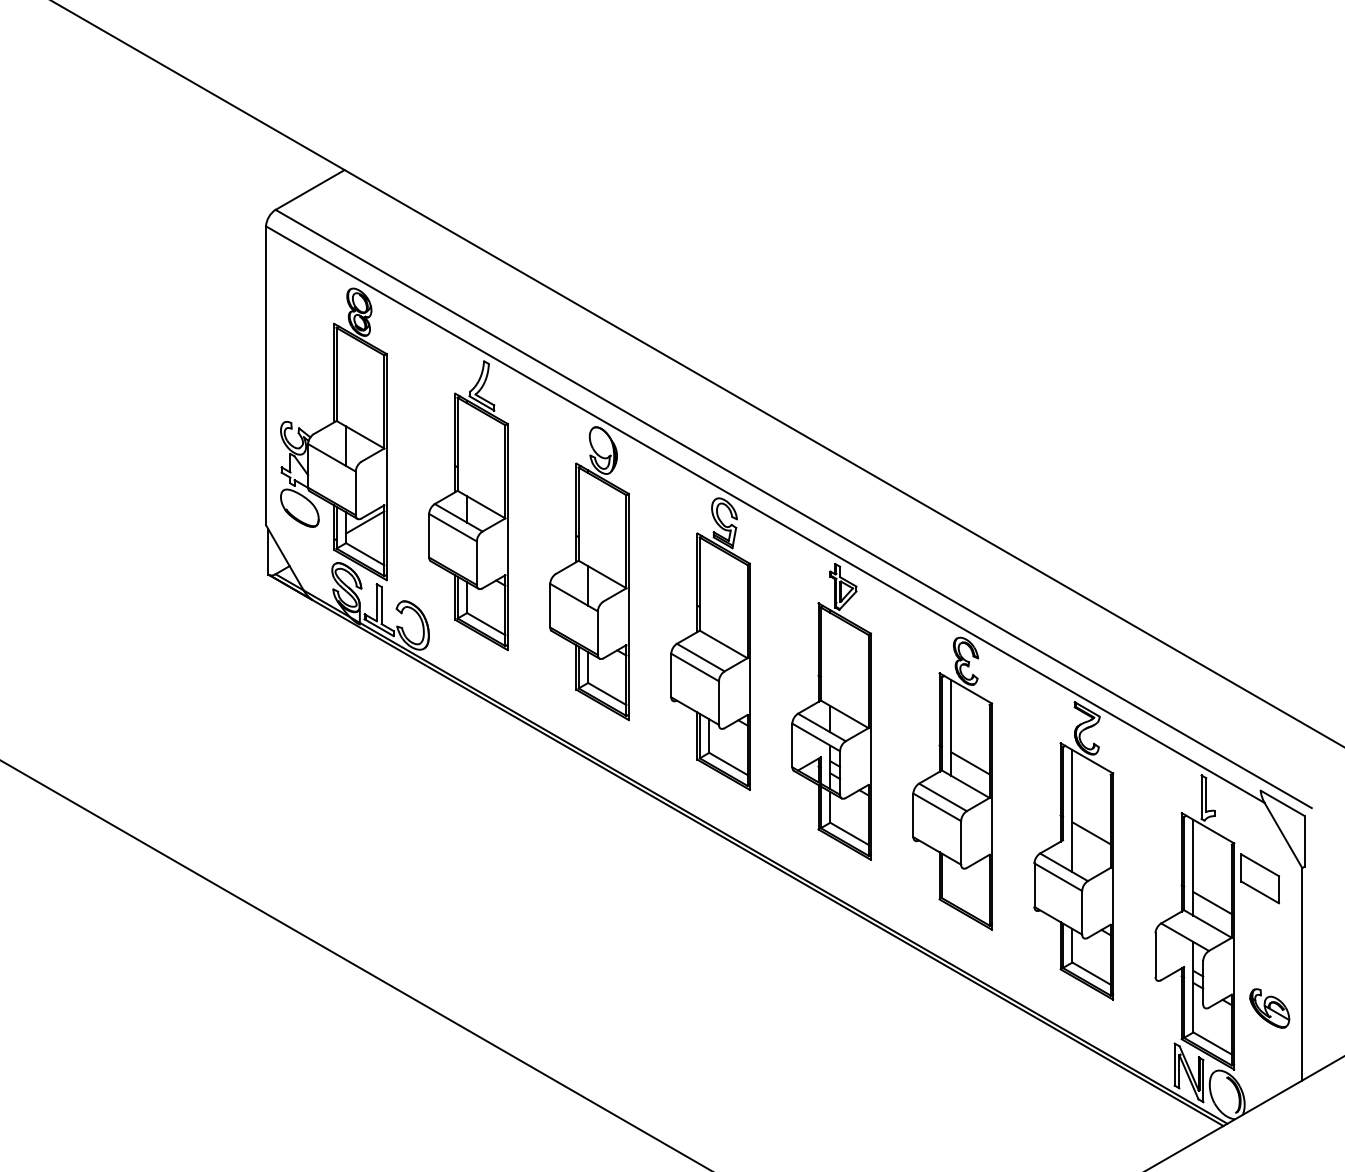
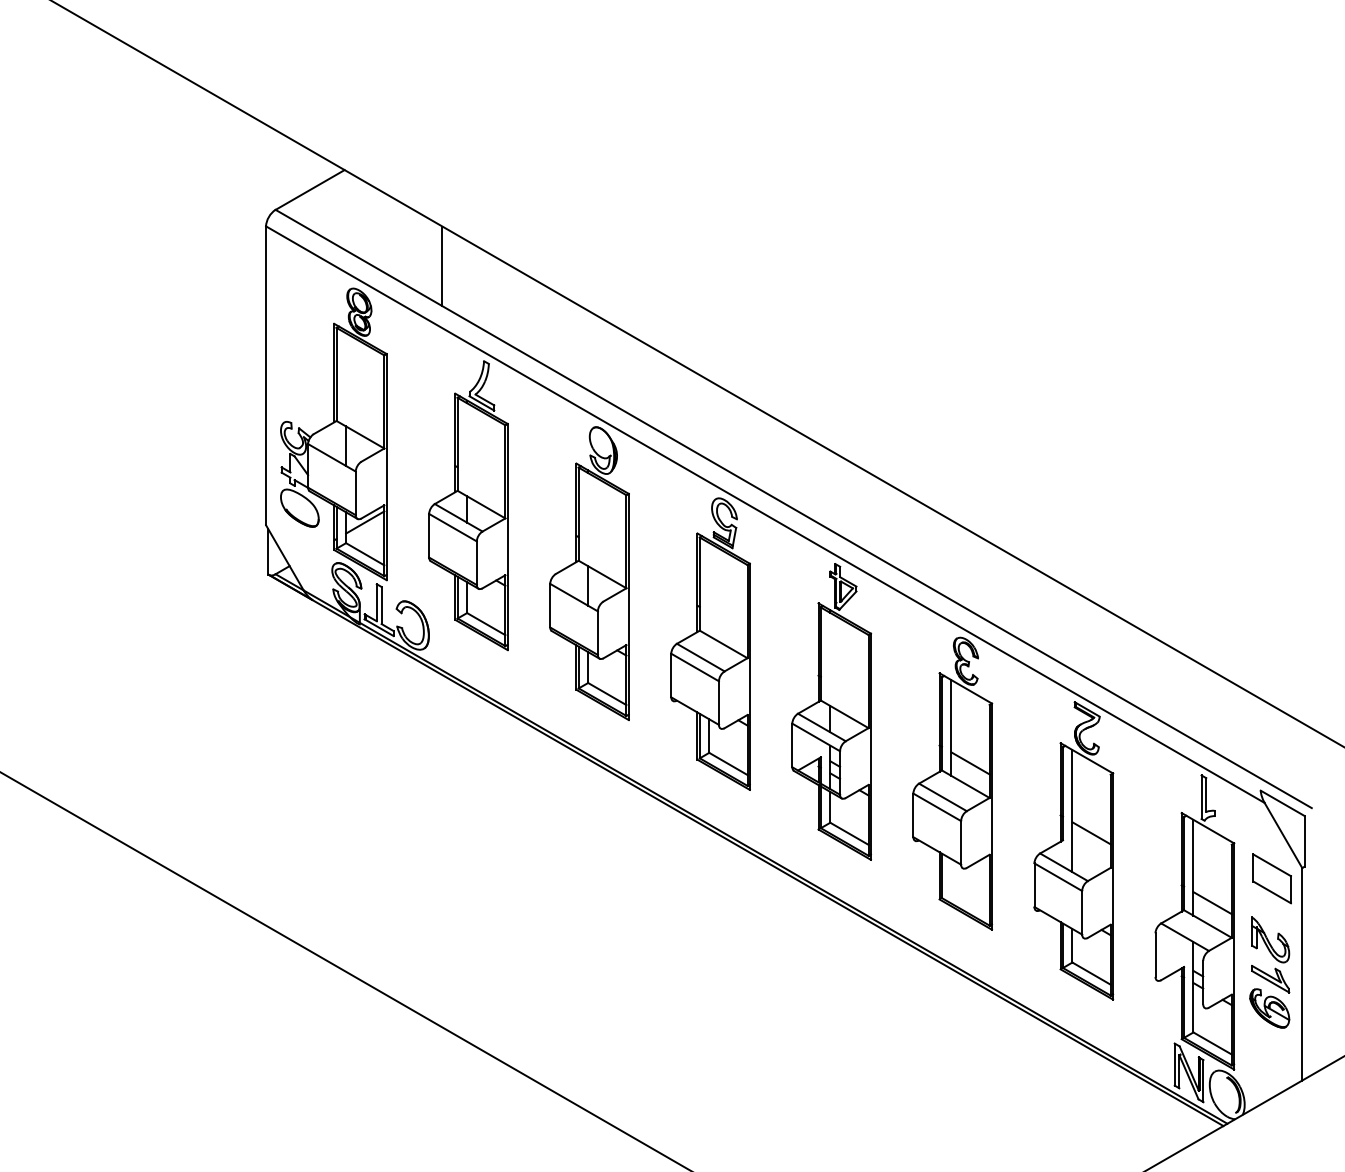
line at (442, 266): none -> present
part at (1259, 878) position: (1259, 878) -> (1271, 878)
part at (1270, 954): none -> present
line at (355, 964) position: (355, 964) -> (344, 970)
